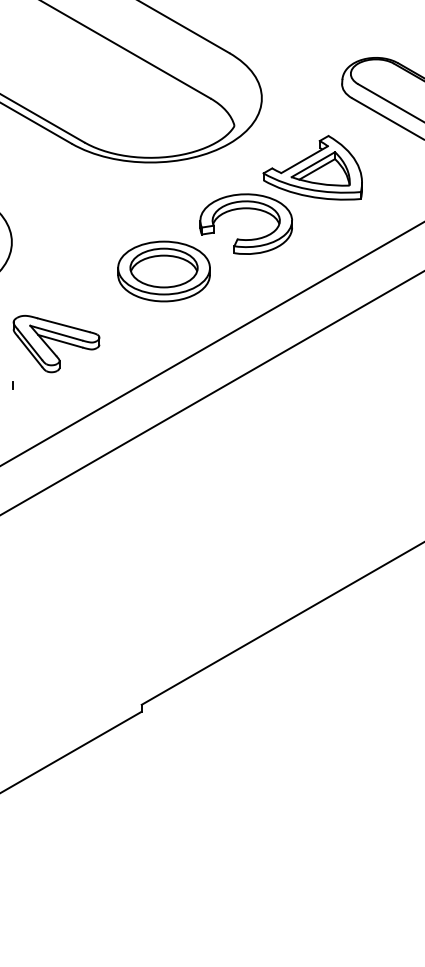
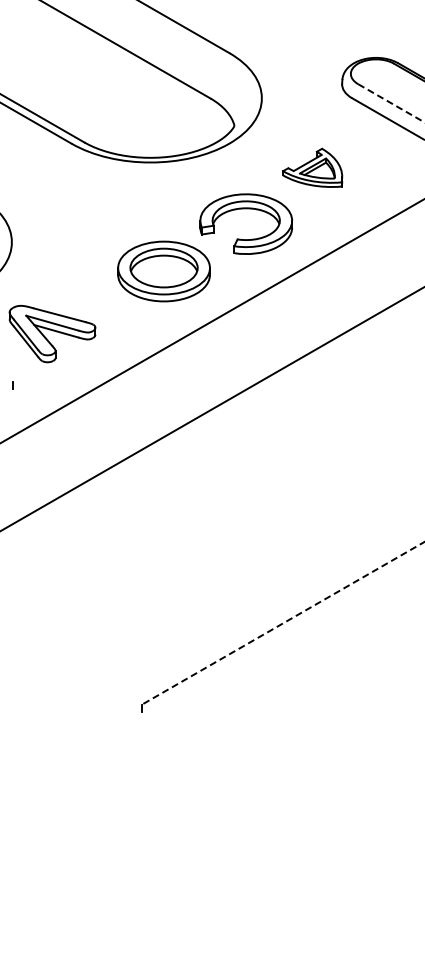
line at (391, 103): solid -> dashed
part at (312, 167) size: 101x66 px -> 62x41 px
line at (211, 343) position: (211, 343) -> (211, 321)
part at (56, 344) position: (56, 344) -> (52, 334)
line at (211, 392) position: (211, 392) -> (211, 408)
line at (283, 623): solid -> dashed
line at (71, 751): present -> none
